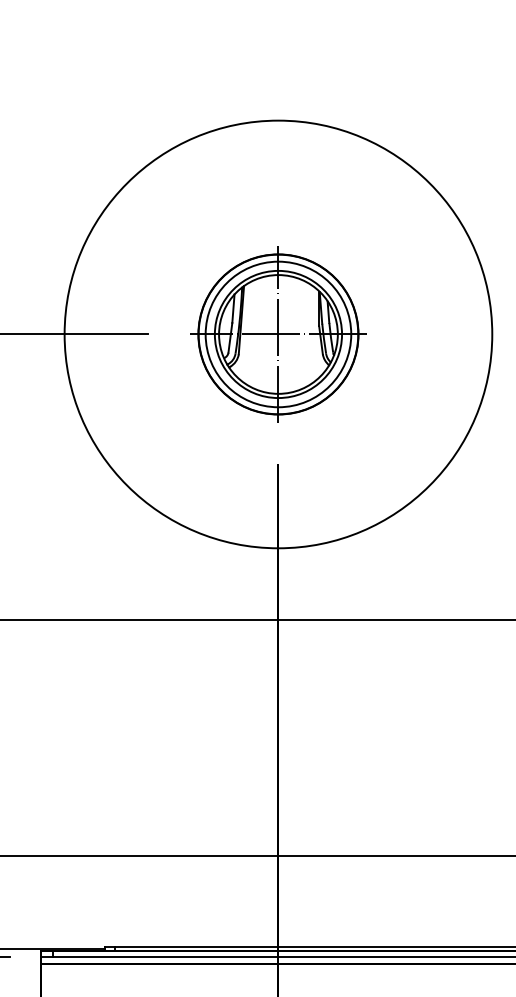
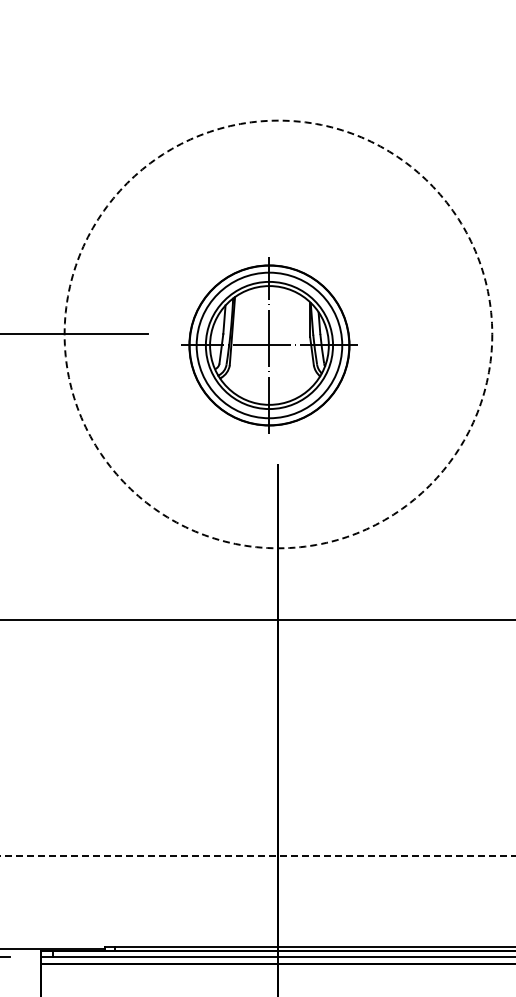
circle at (278, 334): solid -> dashed
part at (278, 334) position: (278, 334) -> (269, 345)
line at (257, 856): solid -> dashed
